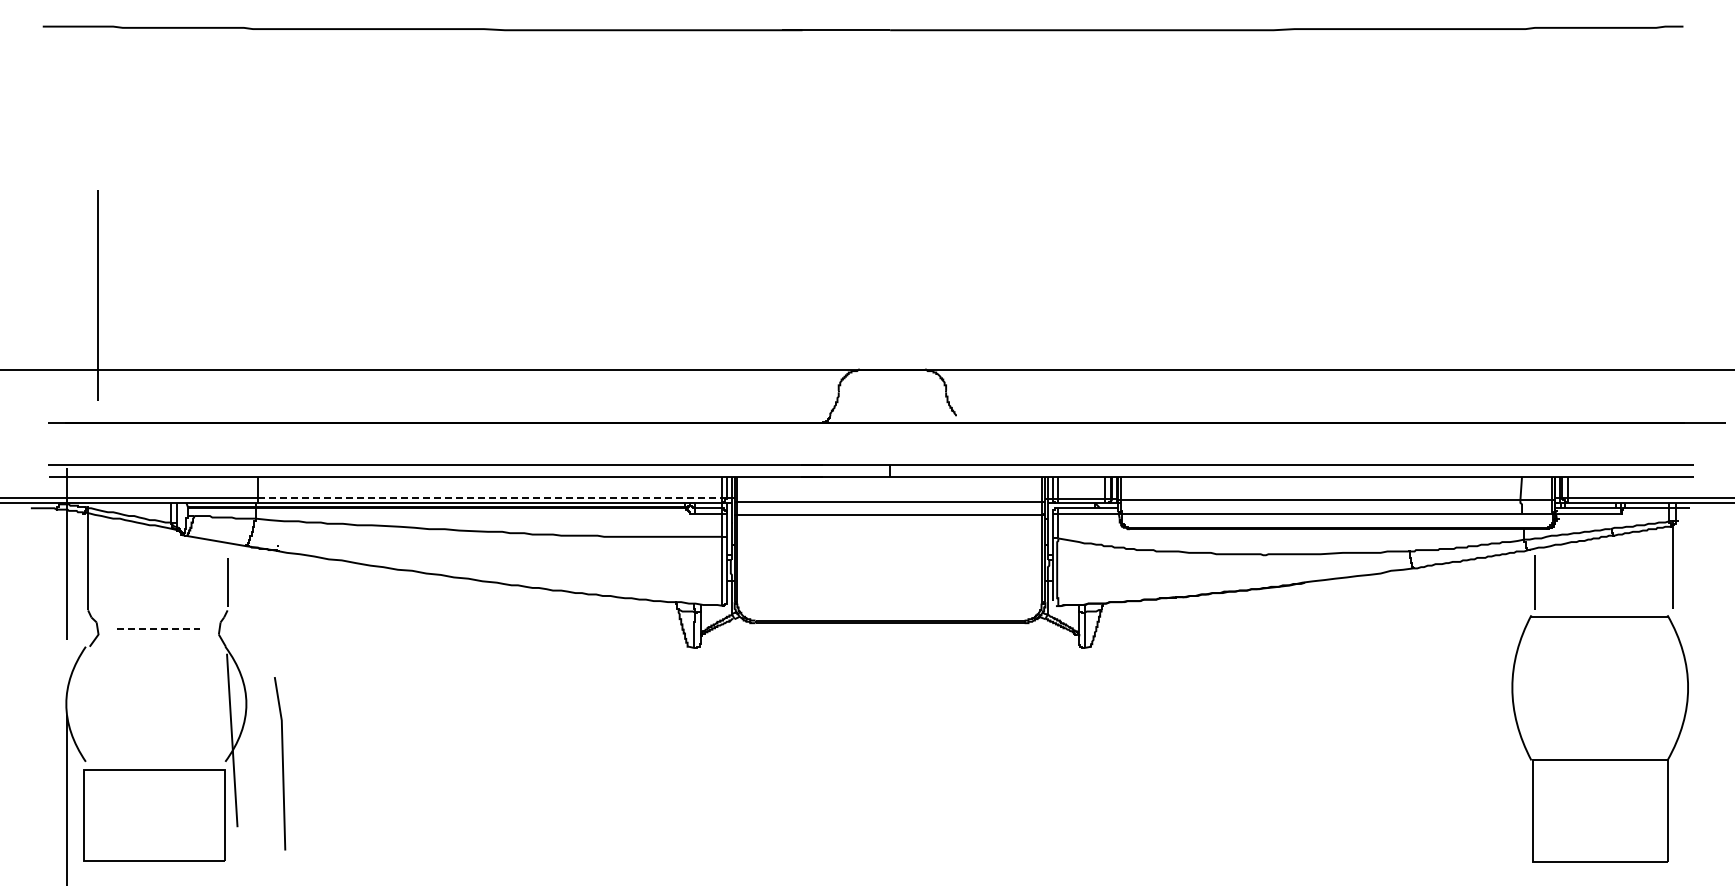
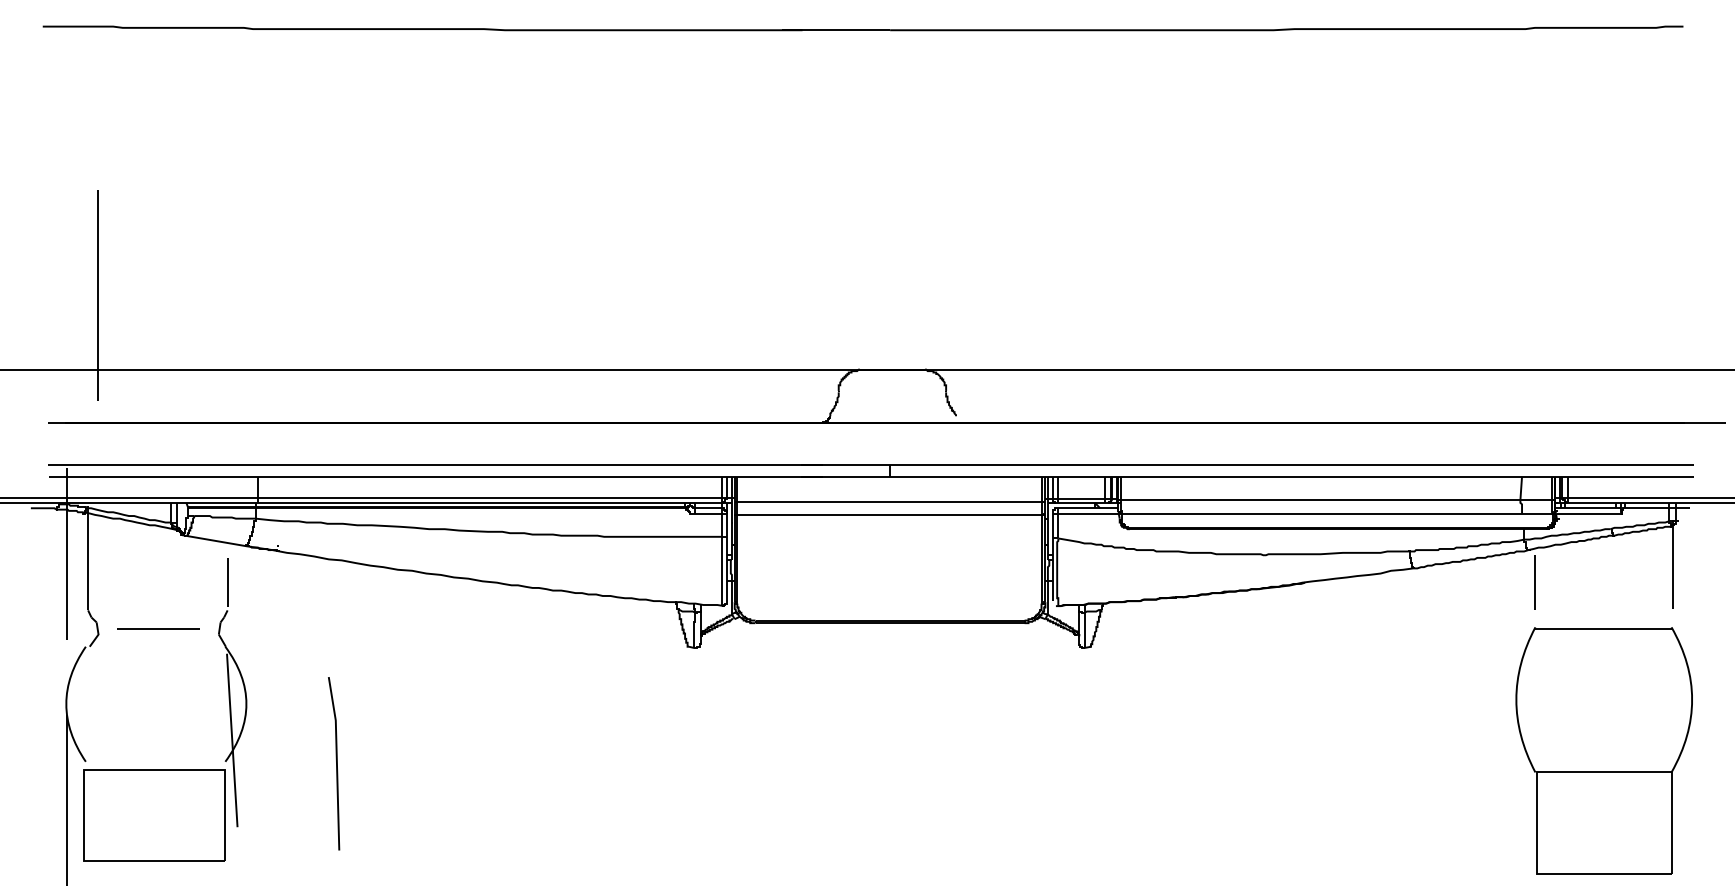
line at (489, 497): dashed -> solid
line at (159, 629): dashed -> solid
part at (1599, 738) position: (1599, 738) -> (1603, 750)
line at (282, 763) position: (282, 763) -> (336, 763)
